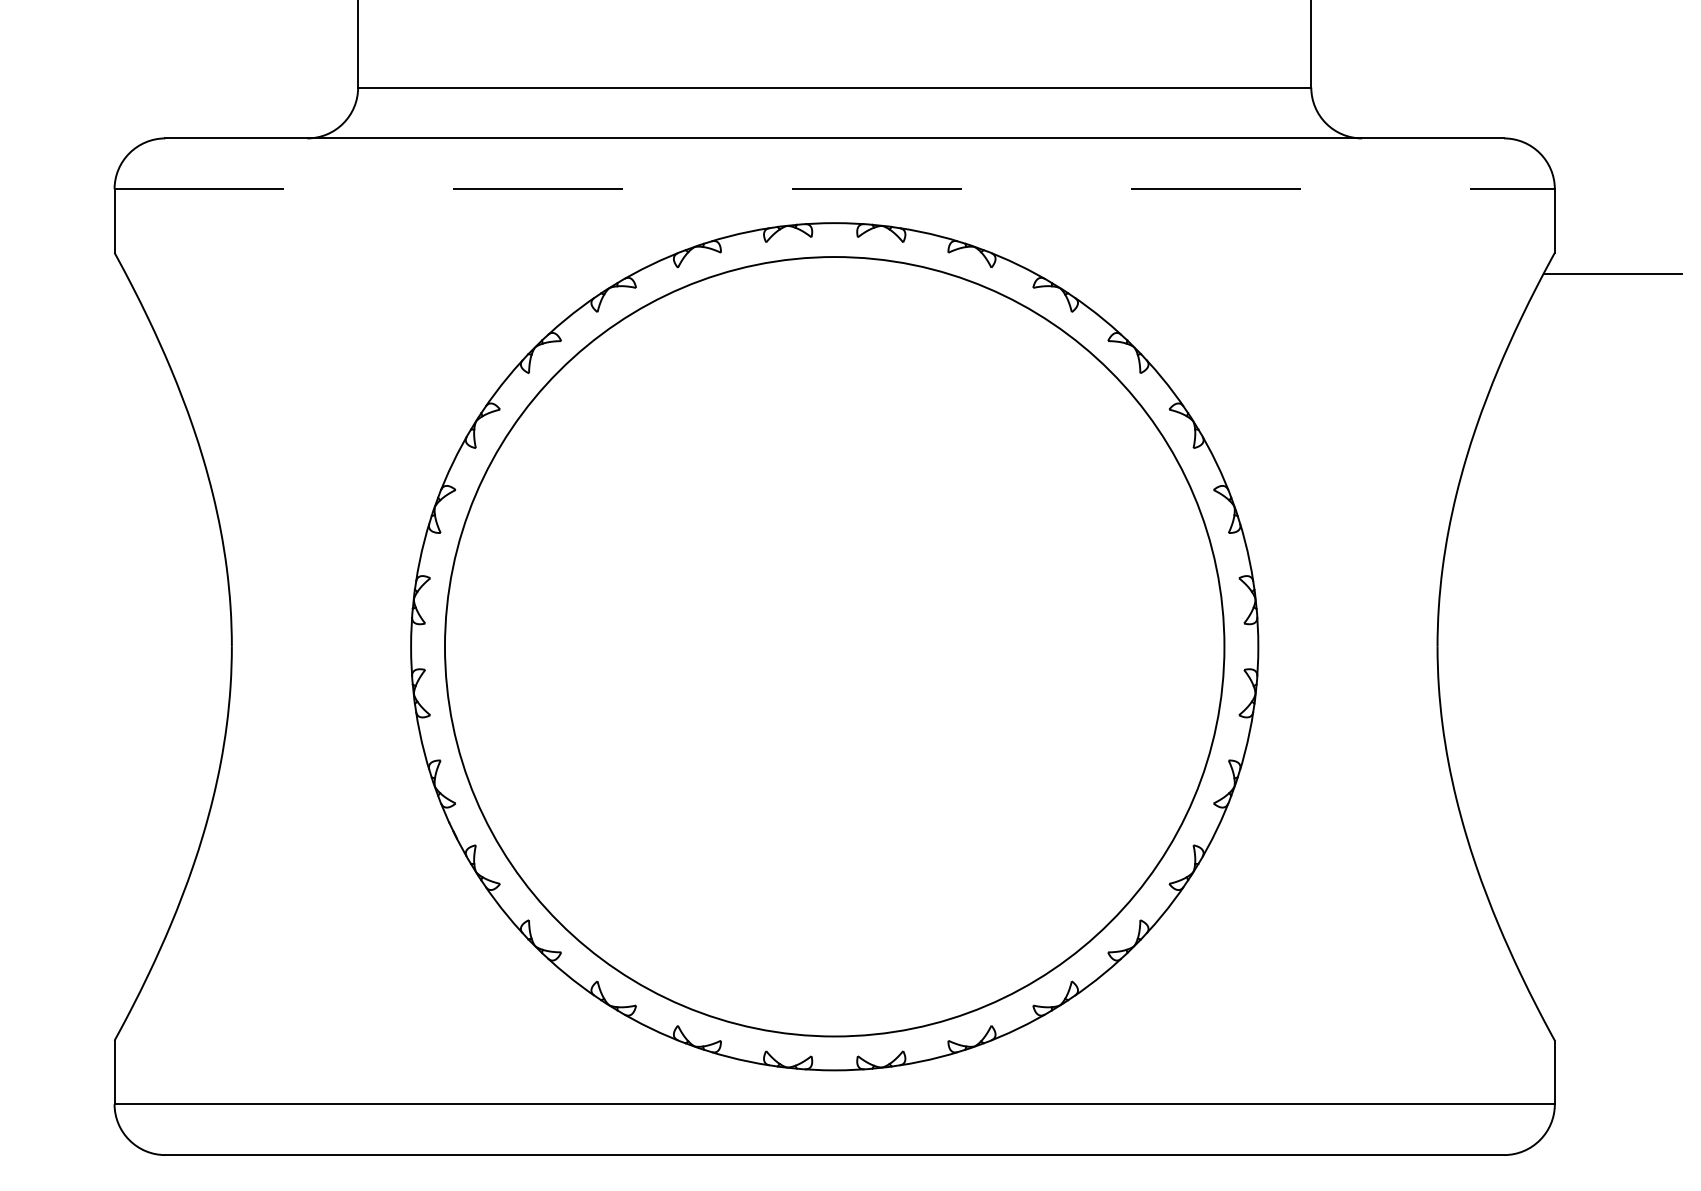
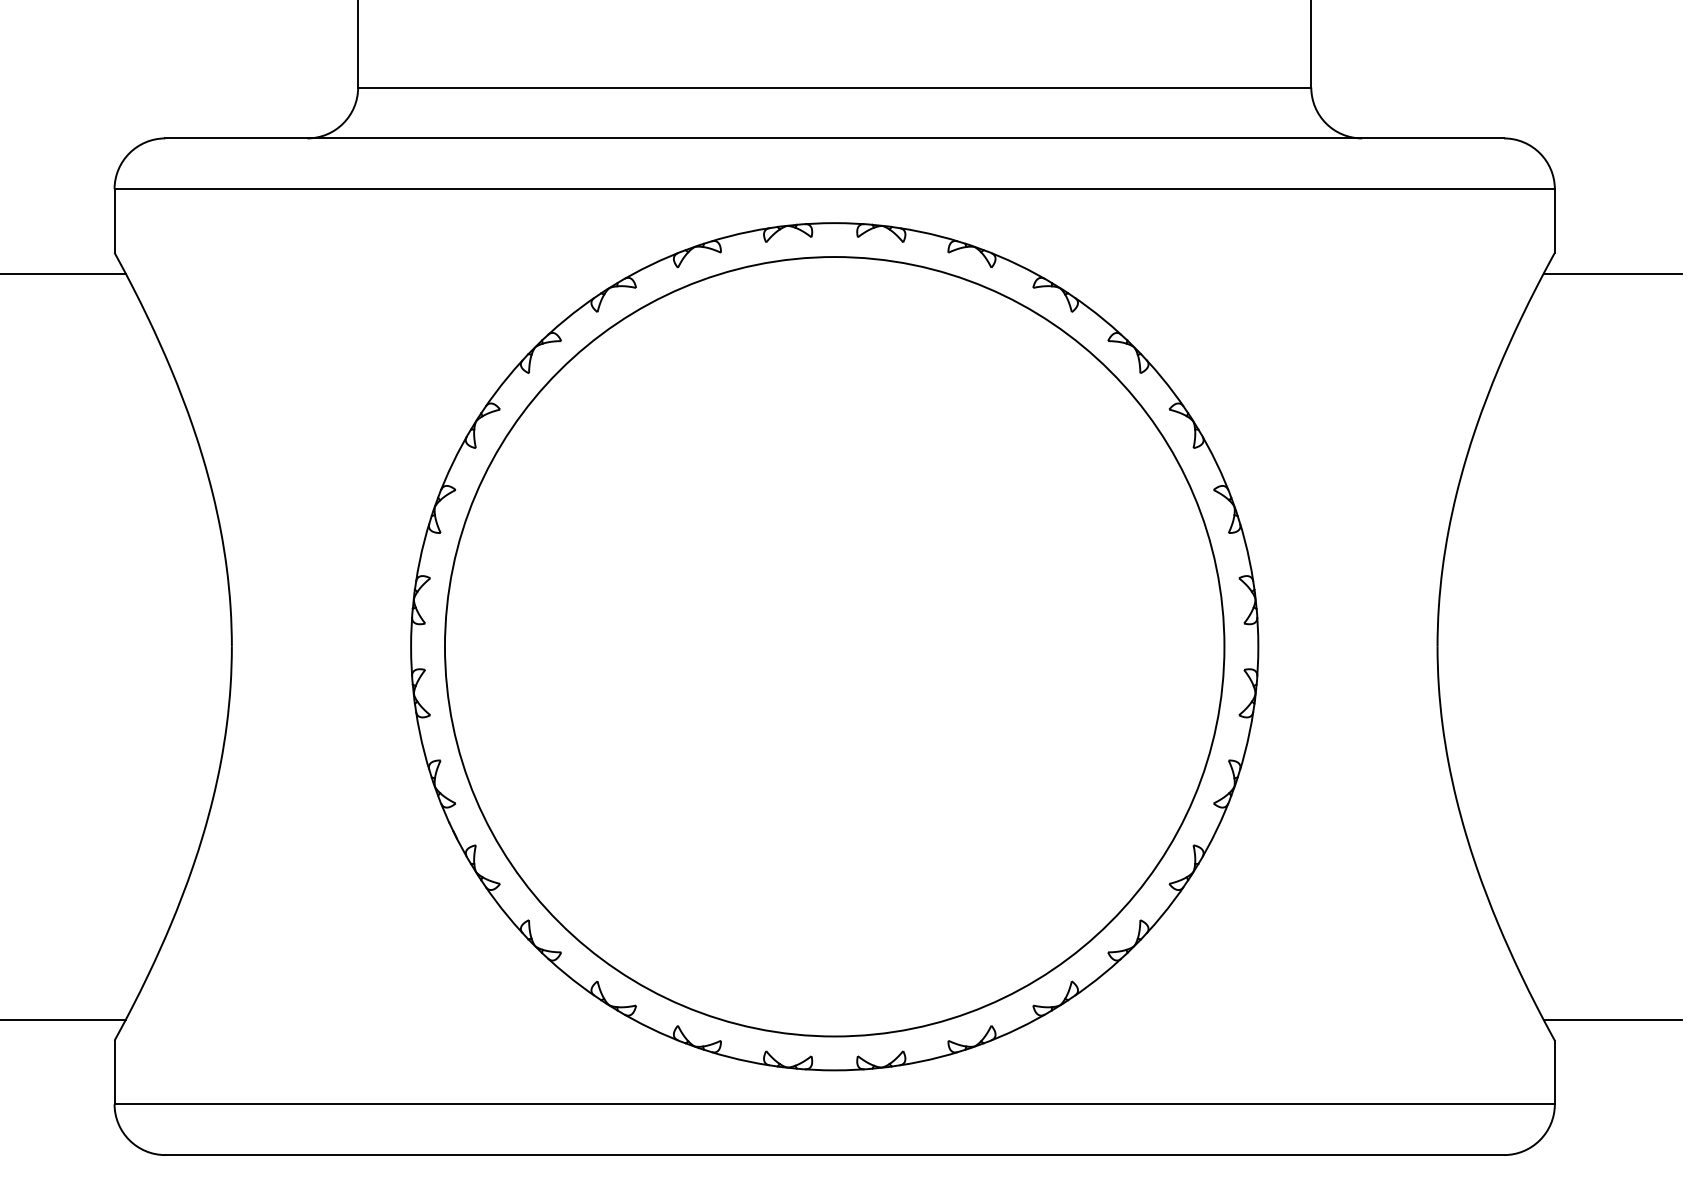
line at (835, 189): dashed -> solid
line at (63, 273): none -> present
line at (63, 1019): none -> present
line at (1612, 1019): none -> present
